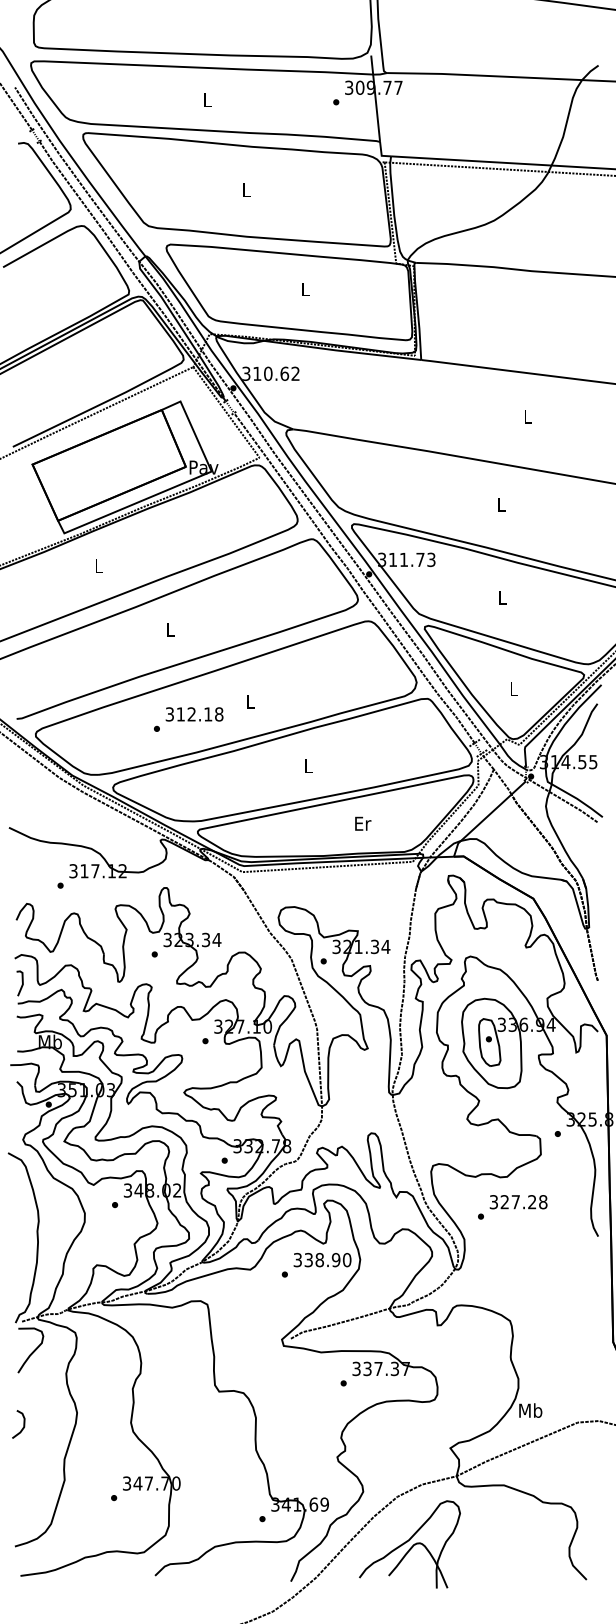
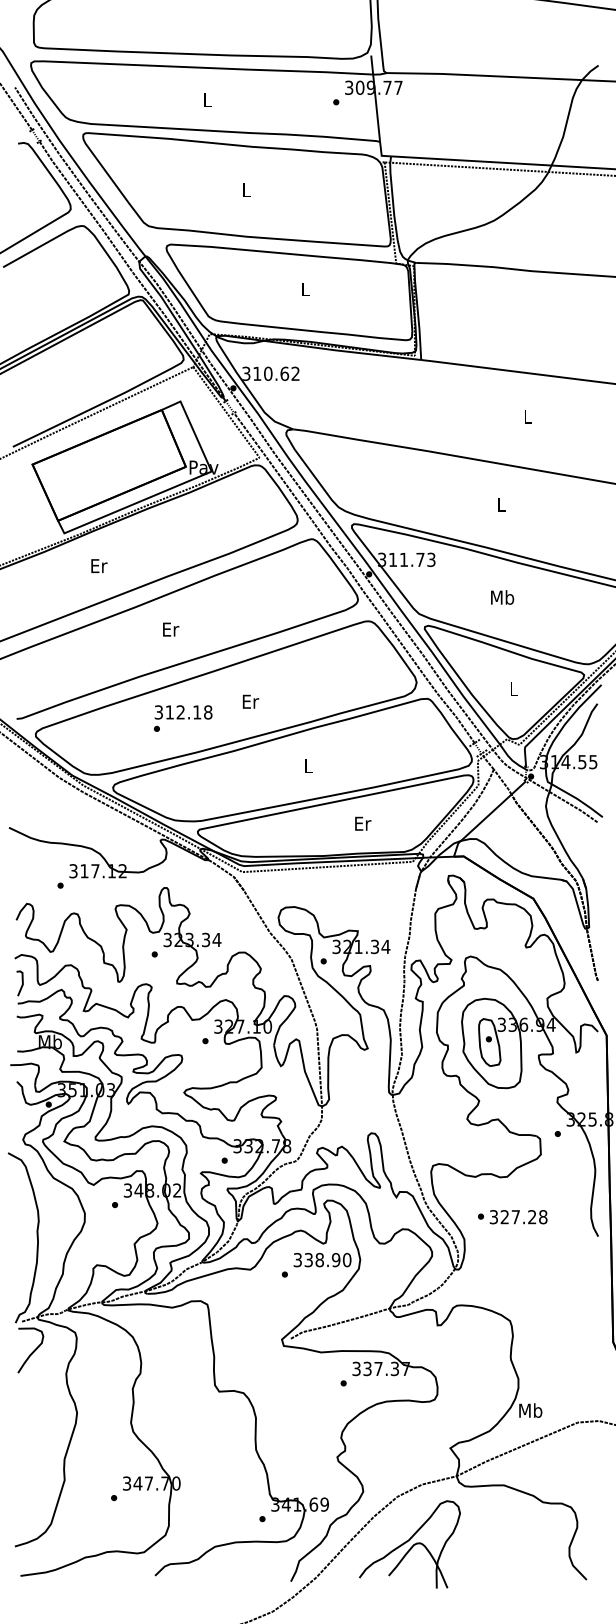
text at (99, 566): L -> Er
text at (502, 597): L -> Mb
text at (171, 629): L -> Er
text at (250, 701): L -> Er
text at (194, 714) position: (194, 714) -> (183, 712)
text at (518, 1202) position: (518, 1202) -> (518, 1217)
curve at (23, 1424): present -> none
